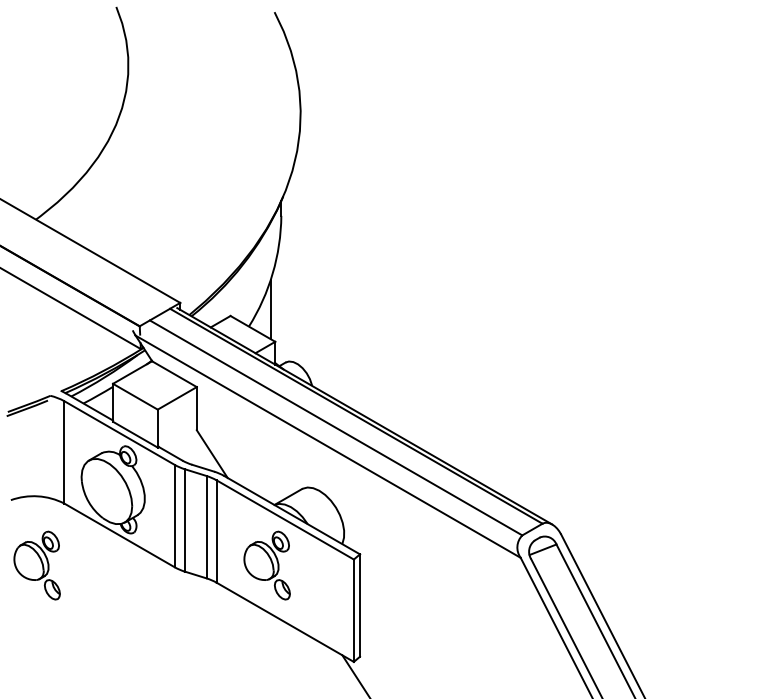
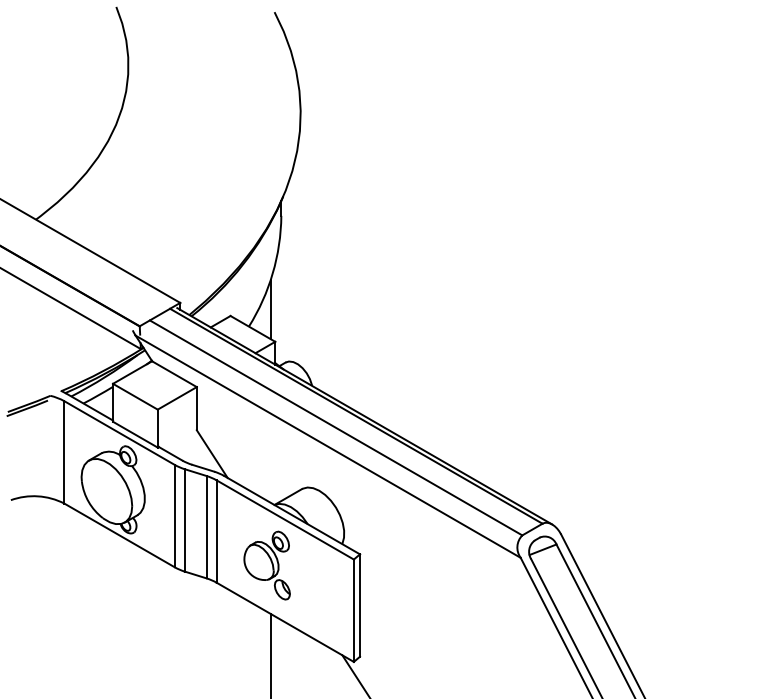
part at (36, 565): present -> none
line at (270, 654): none -> present
